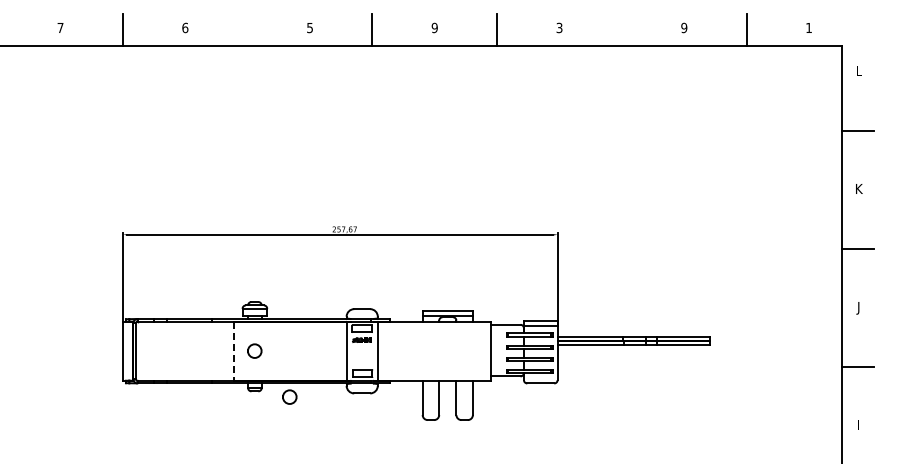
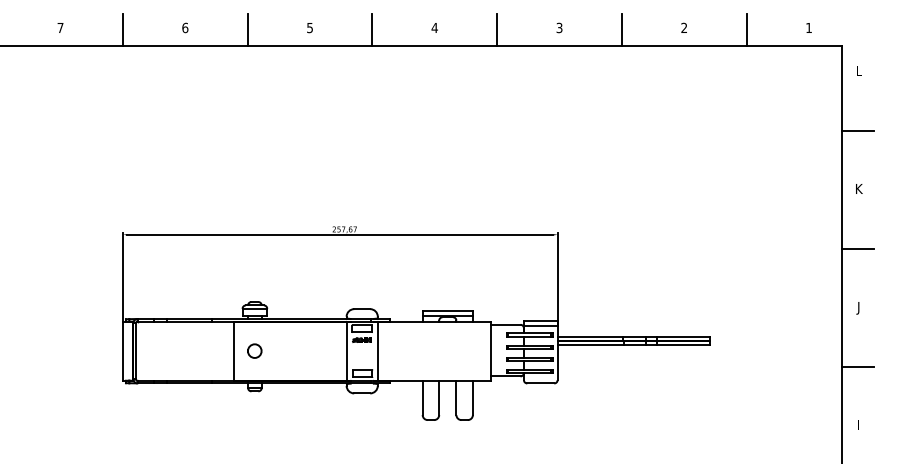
text at (434, 27): 9 -> 4
text at (684, 28): 9 -> 2
line at (247, 30): none -> present
line at (621, 30): none -> present
line at (234, 351): dashed -> solid
circle at (289, 396): present -> none
